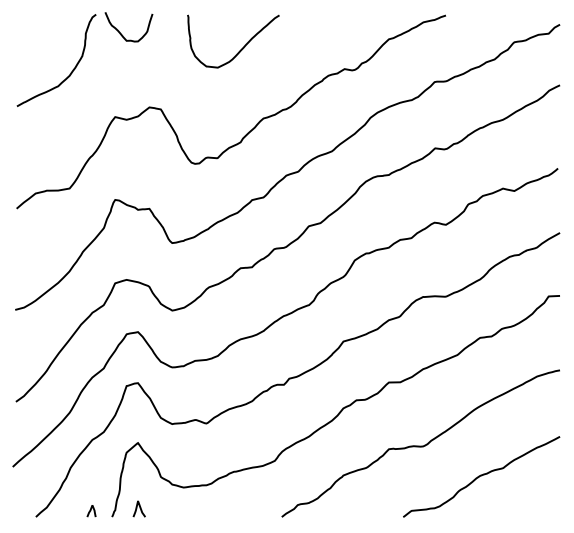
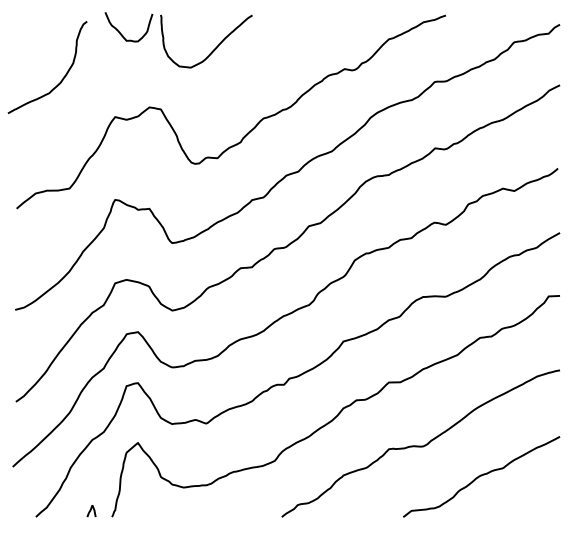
curve at (241, 48) position: (241, 48) -> (214, 48)
curve at (72, 69) position: (72, 69) -> (63, 76)
curve at (137, 508): present -> none
